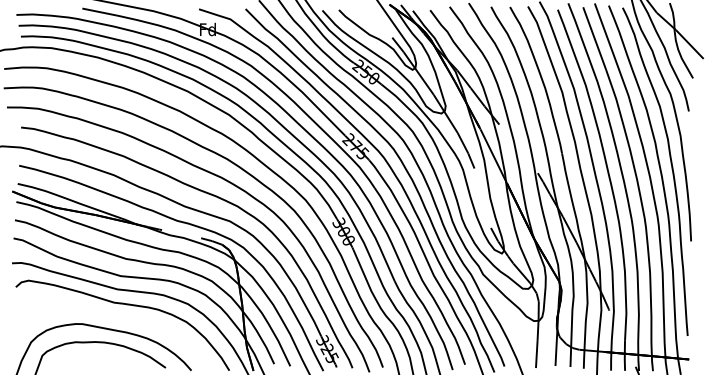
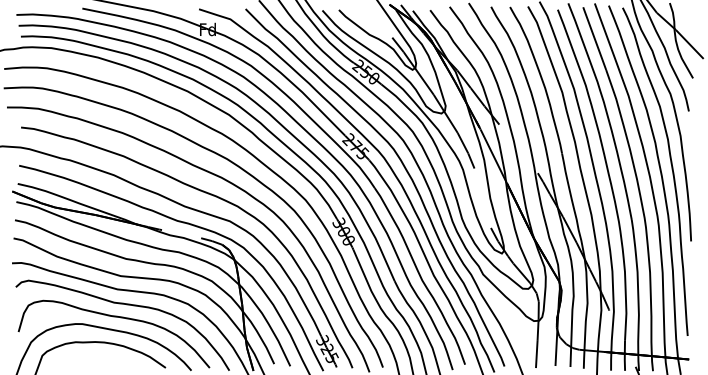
curve at (113, 317): none -> present
